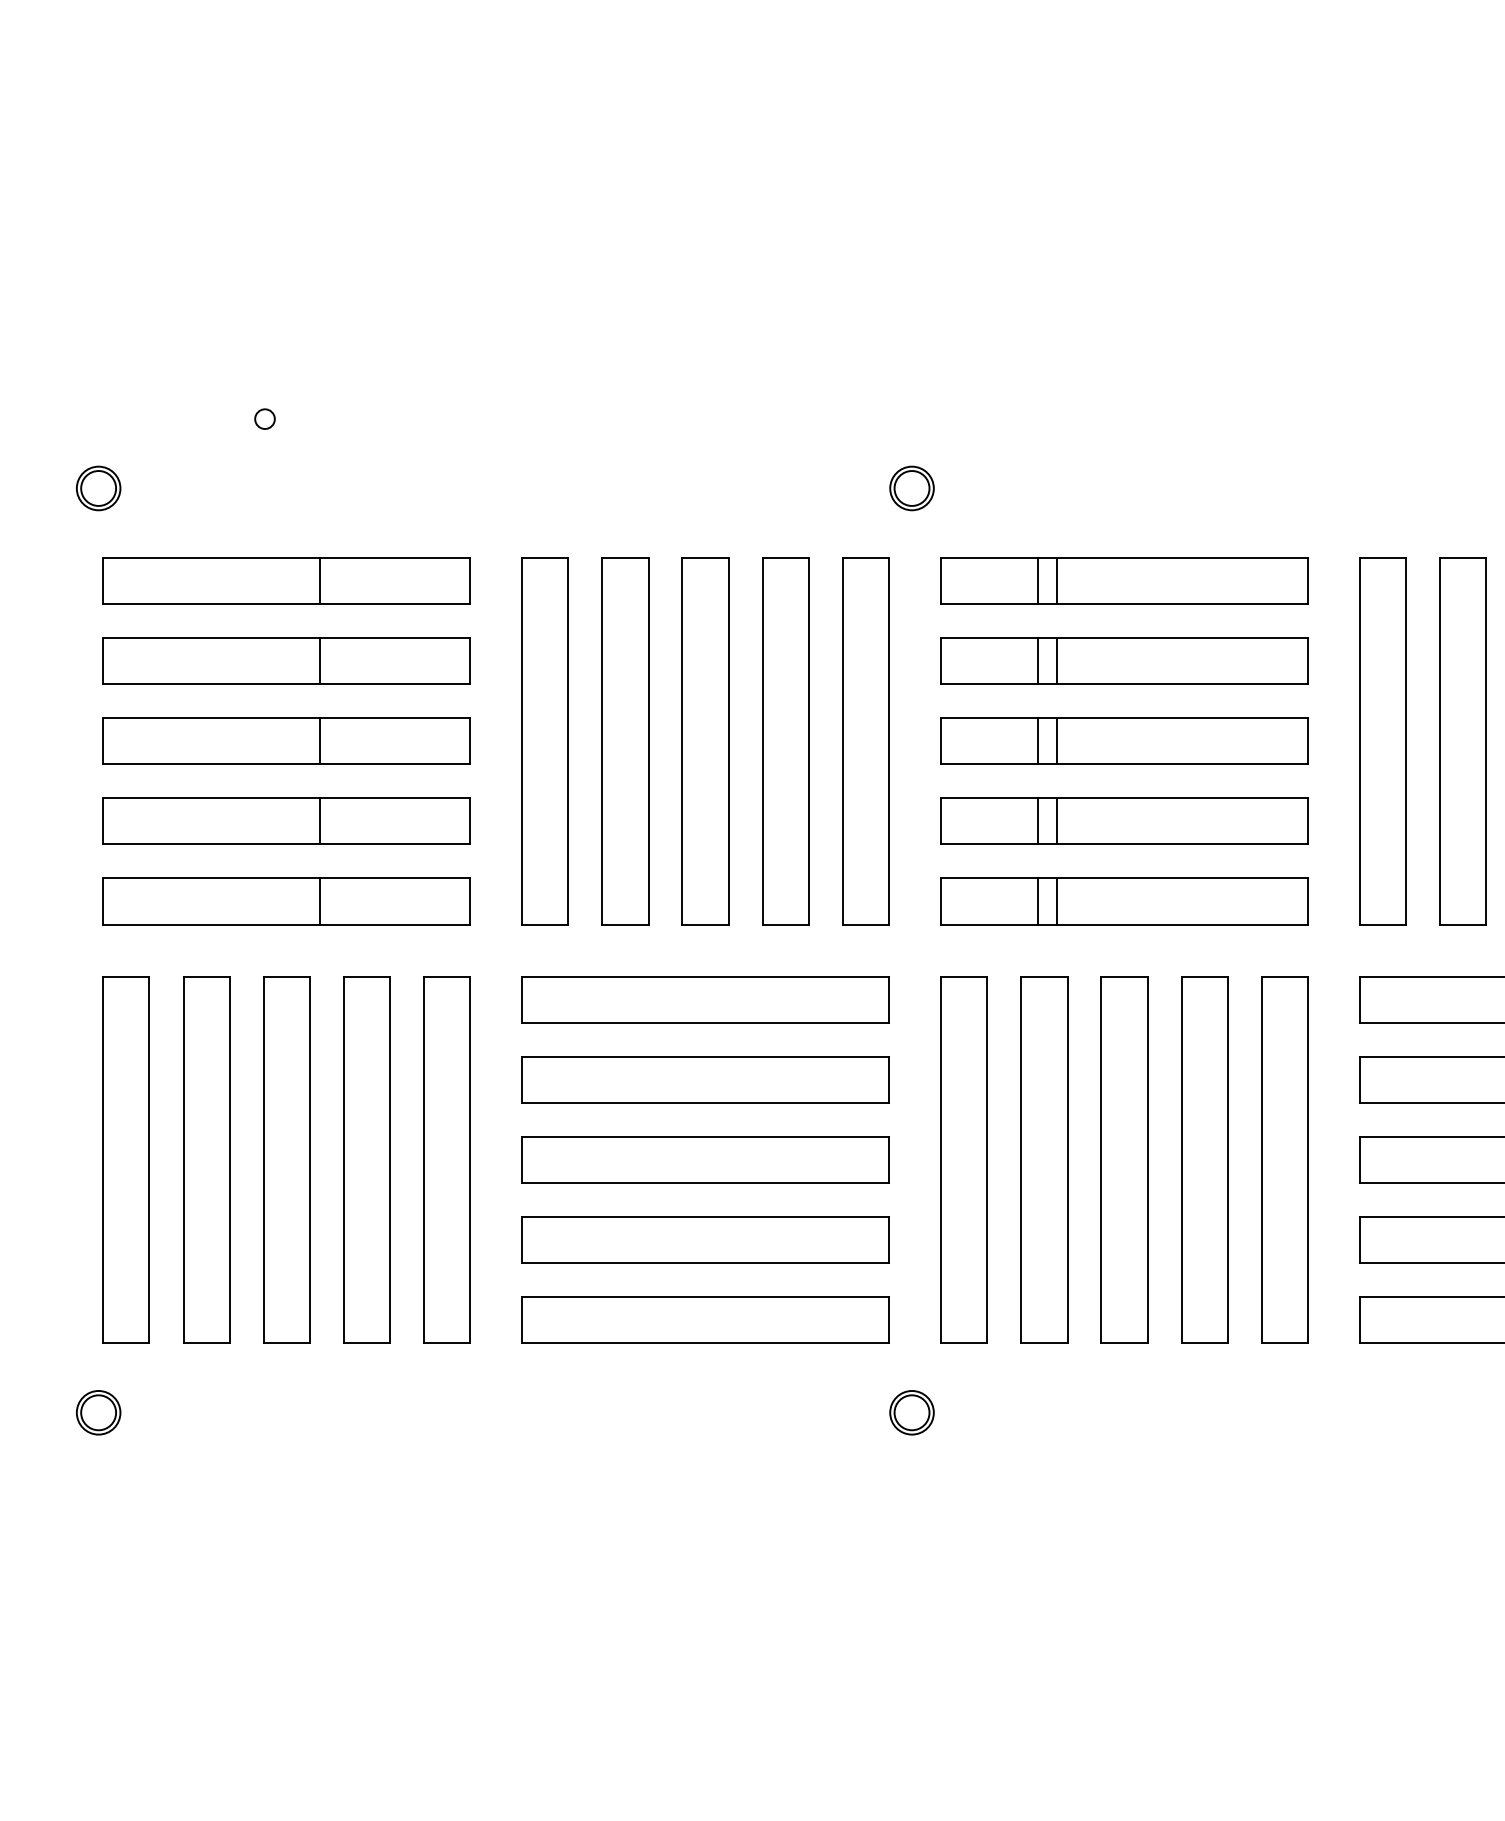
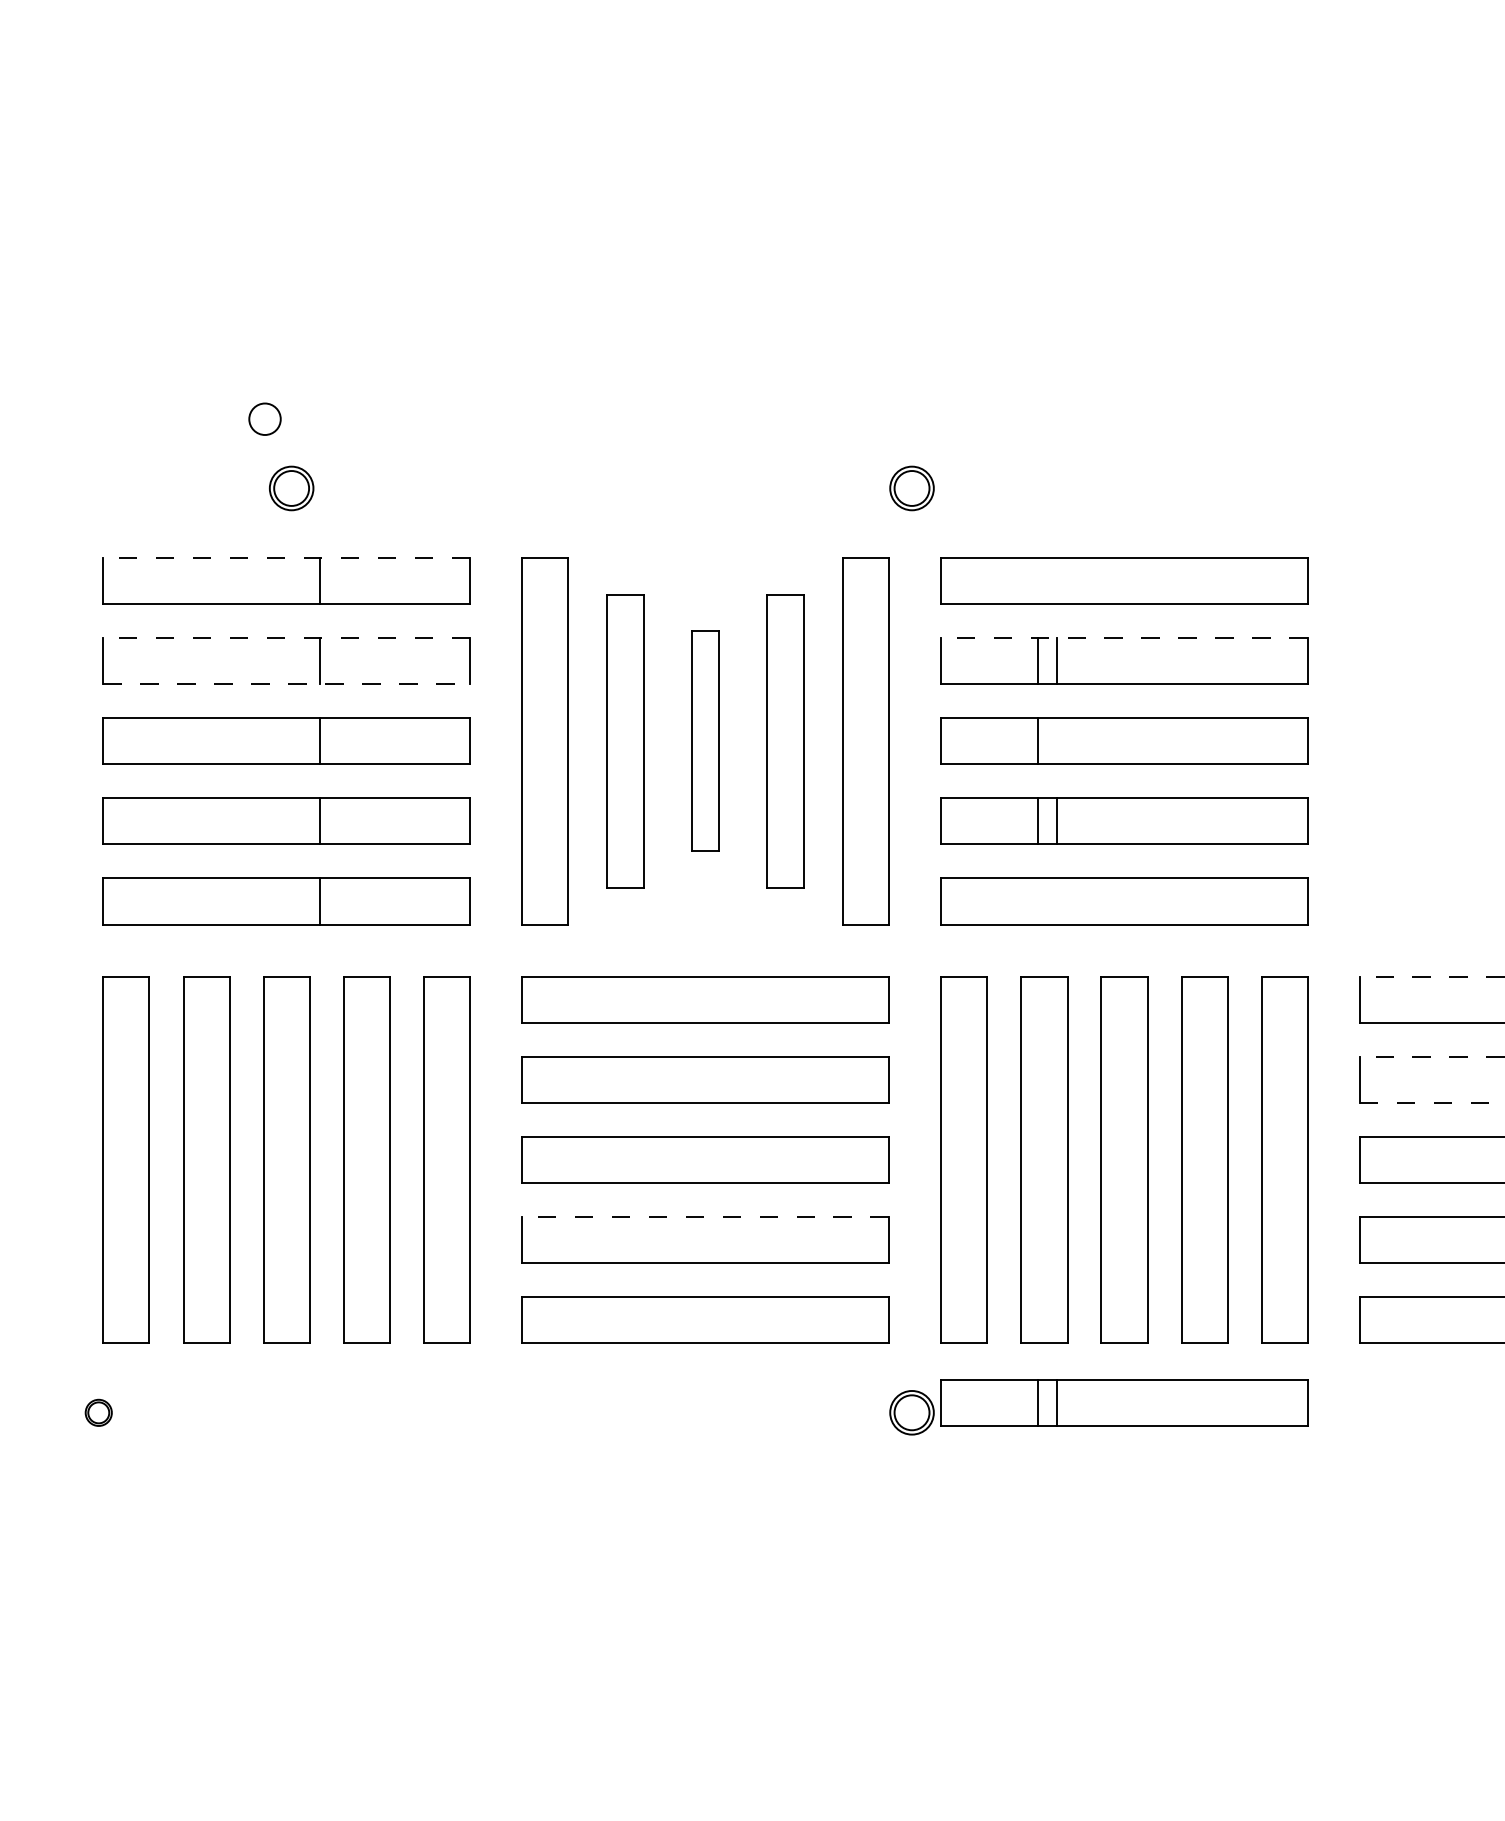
circle at (264, 418) size: 22x22 px -> 34x34 px
part at (98, 488) position: (98, 488) -> (291, 488)
line at (286, 557): solid -> dashed
line at (1037, 580): present -> none
line at (1057, 580): present -> none
line at (286, 637): solid -> dashed
line at (1123, 637): solid -> dashed
line at (287, 684): solid -> dashed
part at (625, 741) size: 49x369 px -> 39x295 px
part at (705, 741) size: 49x369 px -> 29x222 px
part at (785, 741) size: 48x369 px -> 39x295 px
line at (1057, 741): present -> none
part at (1382, 741): present -> none
part at (1462, 741): present -> none
line at (1037, 901): present -> none
line at (1057, 901): present -> none
line at (1431, 976): solid -> dashed
line at (1431, 1056): solid -> dashed
line at (1432, 1102): solid -> dashed
line at (705, 1217): solid -> dashed
part at (1124, 1402): none -> present
part at (98, 1412) size: 46x46 px -> 29x29 px
